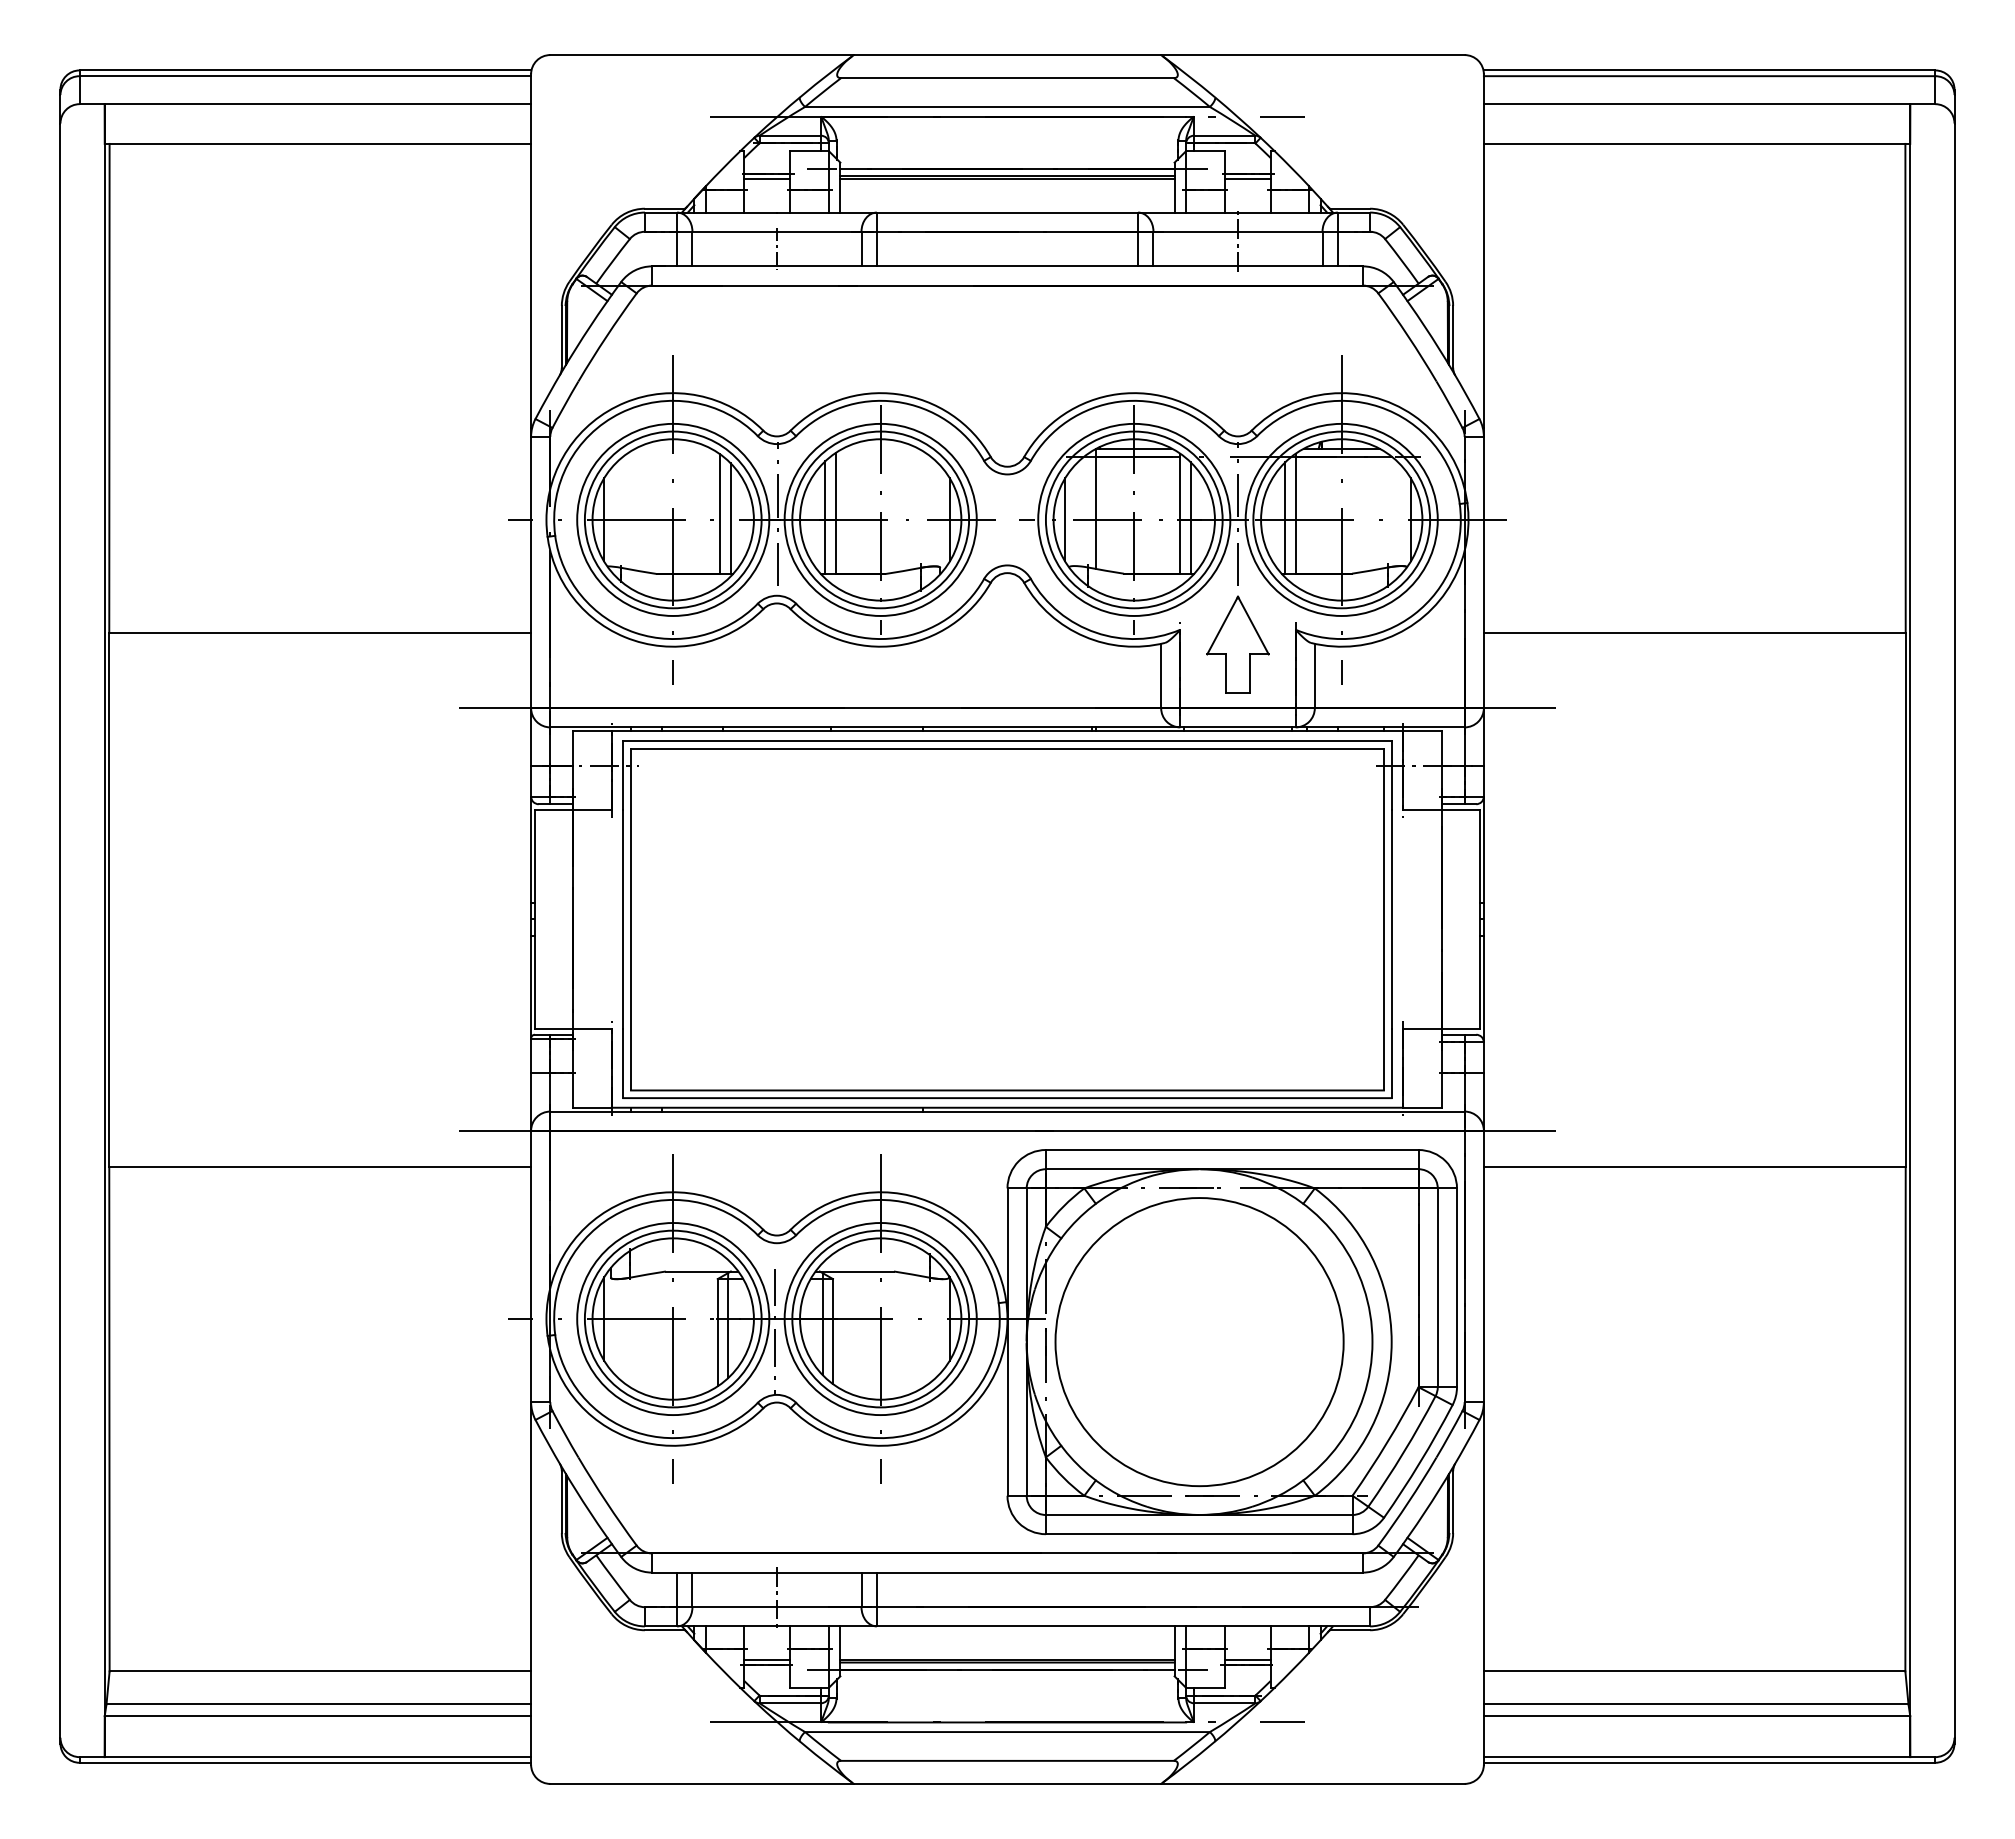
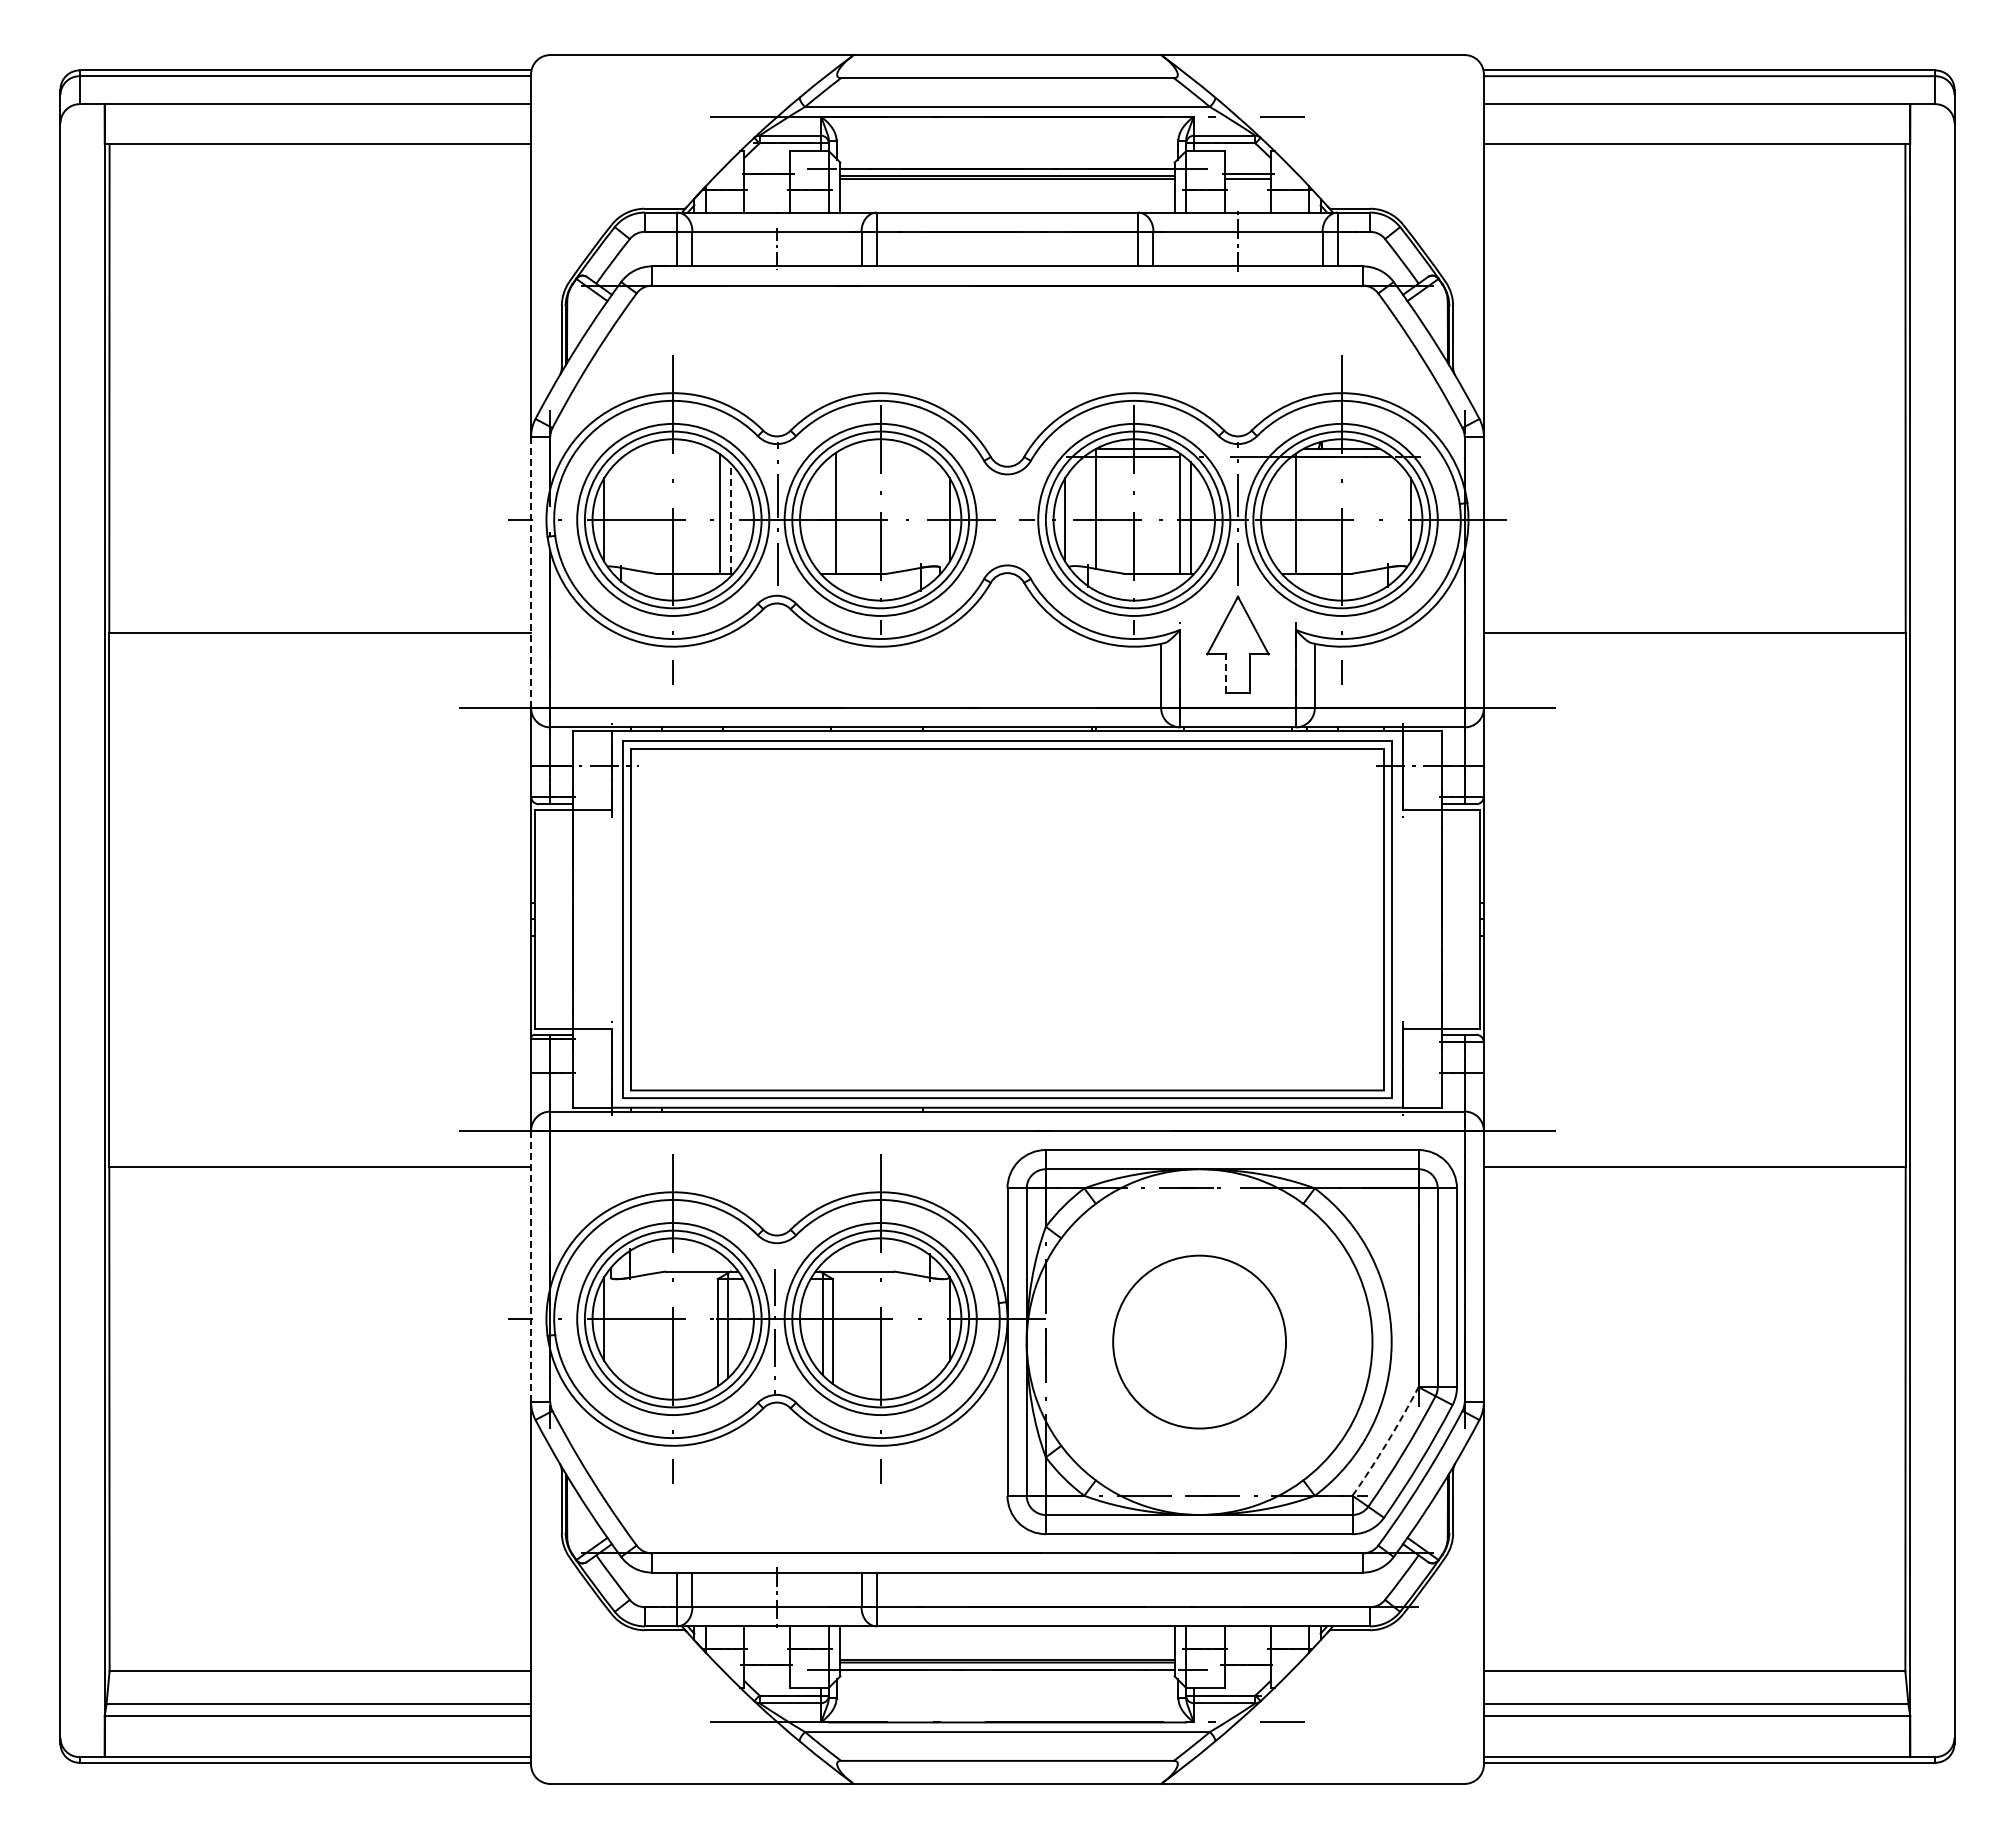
line at (767, 178): present -> none
line at (825, 517): present -> none
line at (1285, 517): present -> none
line at (730, 518): solid -> dashed
line at (531, 572): solid -> dashed
line at (1226, 673): solid -> dashed
line at (531, 1266): solid -> dashed
circle at (1199, 1342) diameter: 288 px -> 173 px
arc at (1387, 1442): solid -> dashed
line at (767, 1660): present -> none
line at (1247, 1660): present -> none
